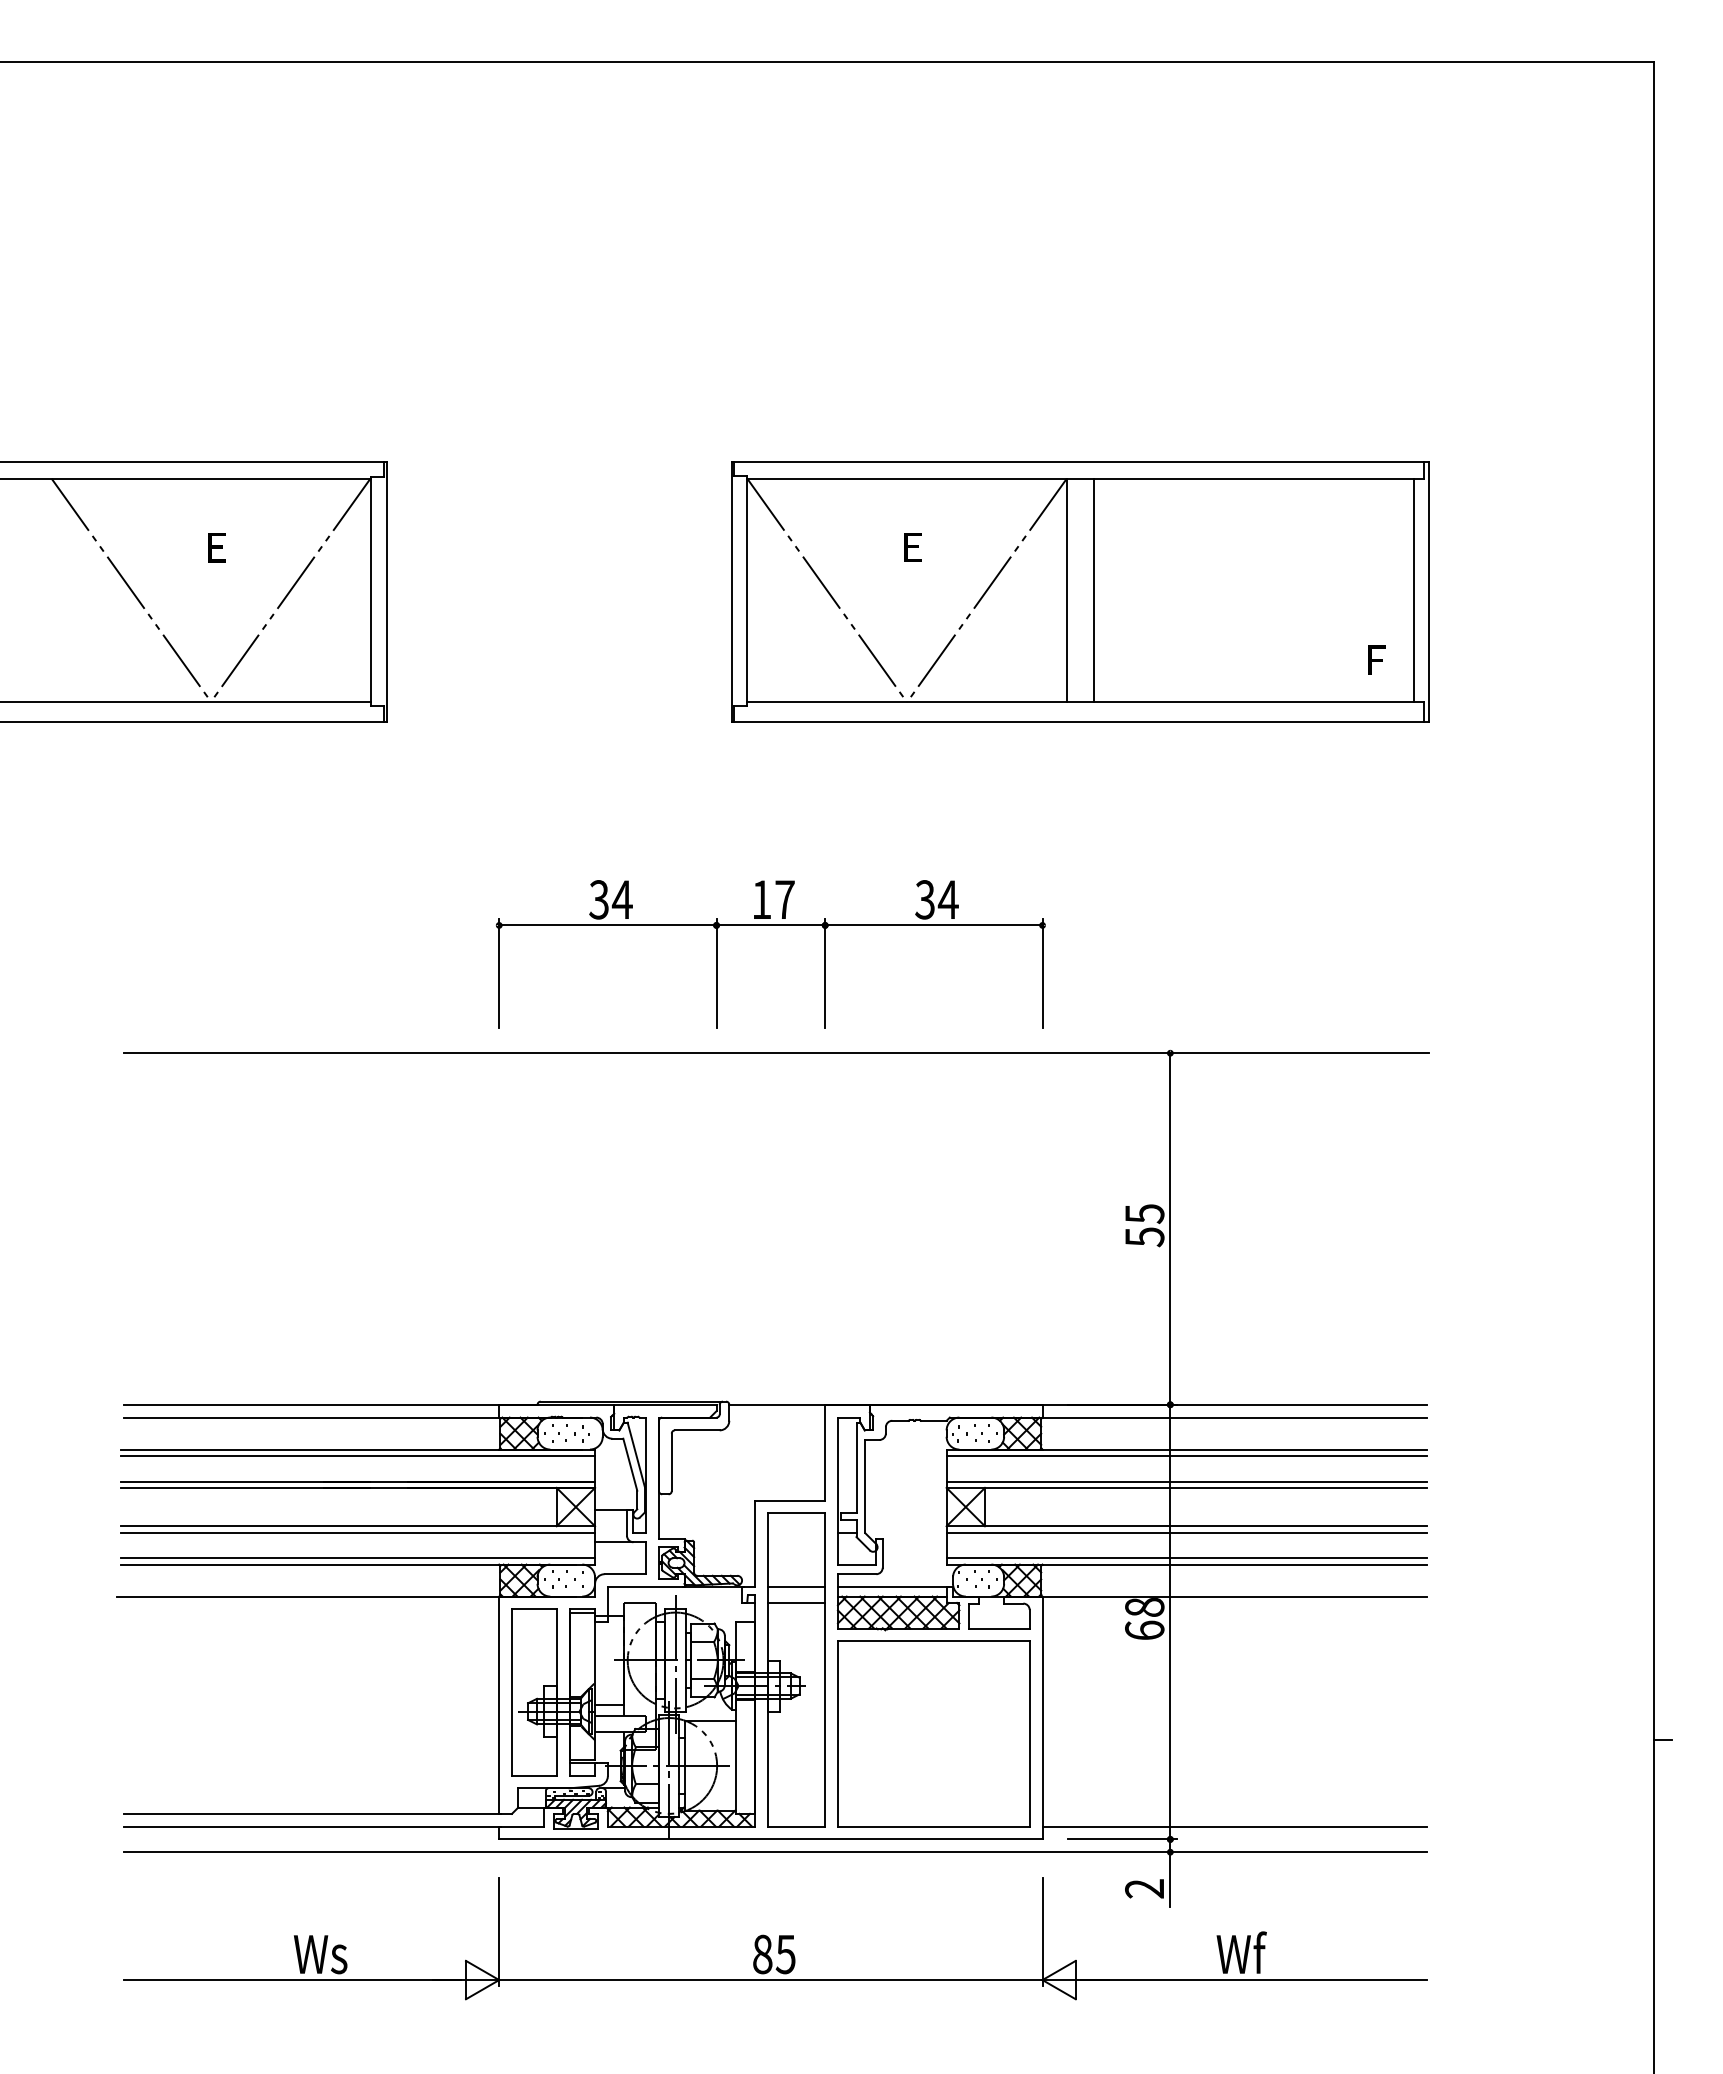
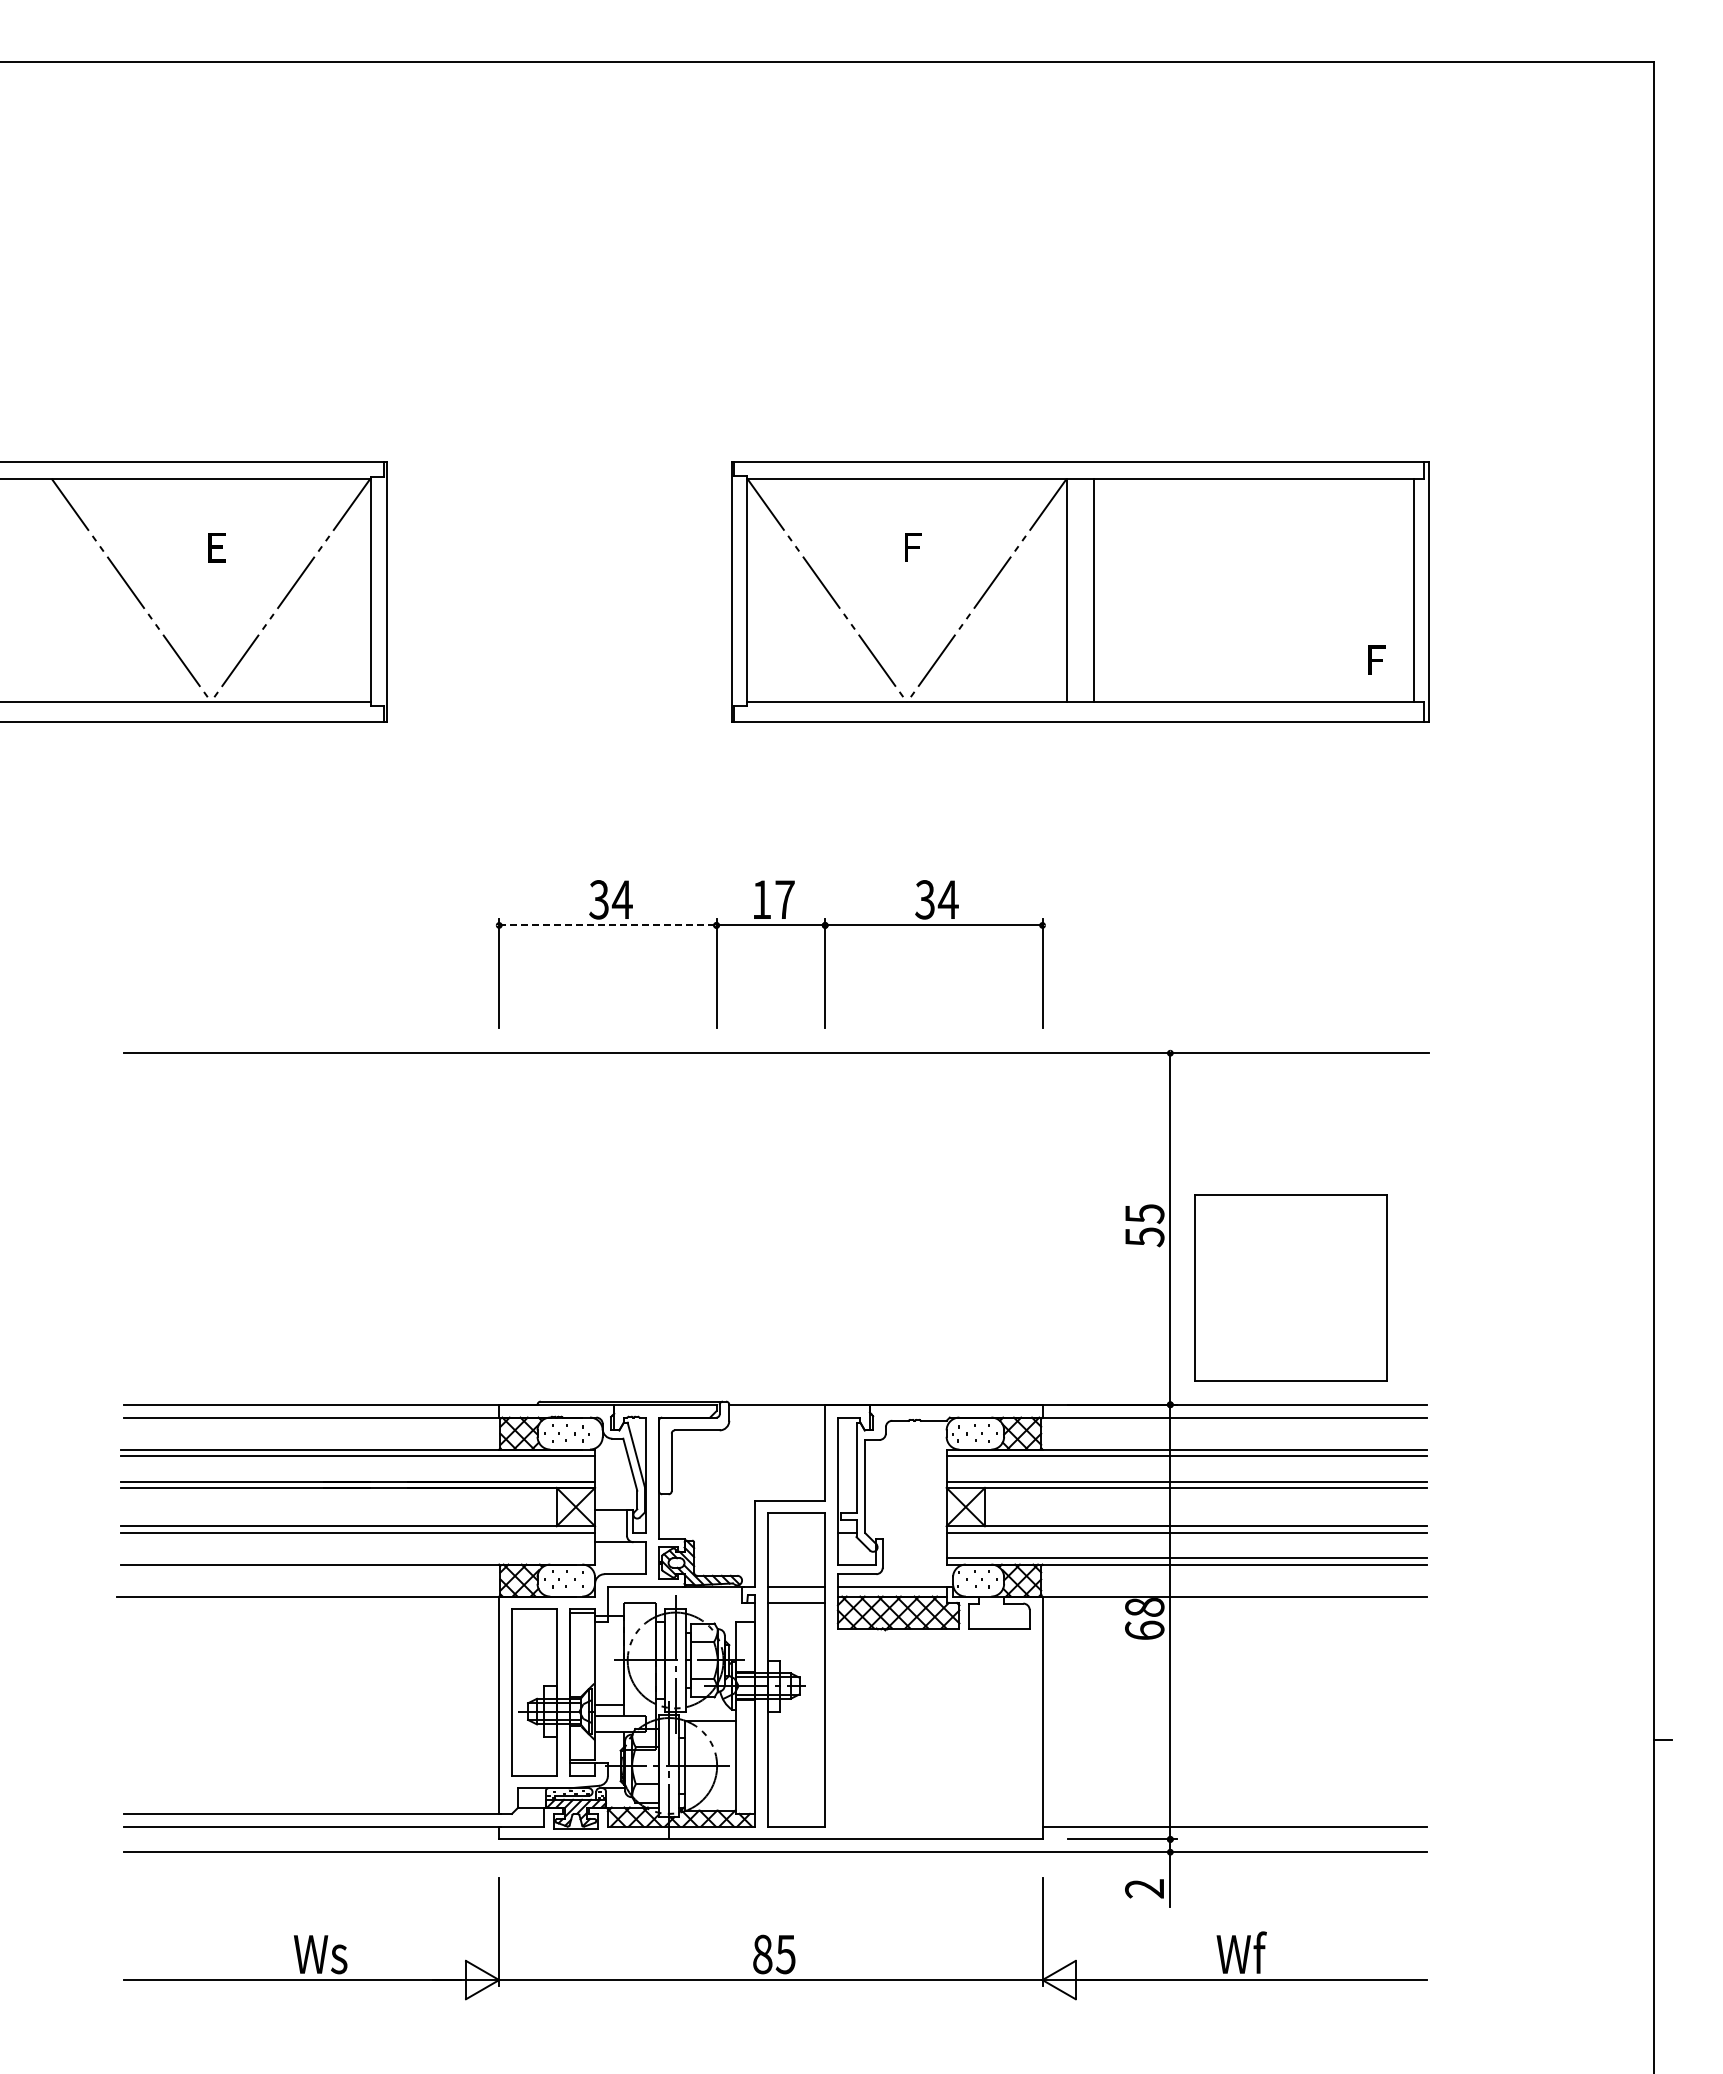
text at (912, 547): Ｅ -> Ｆ
line at (607, 925): solid -> dashed
line at (358, 1558): present -> none
part at (933, 1733) position: (933, 1733) -> (1290, 1287)
